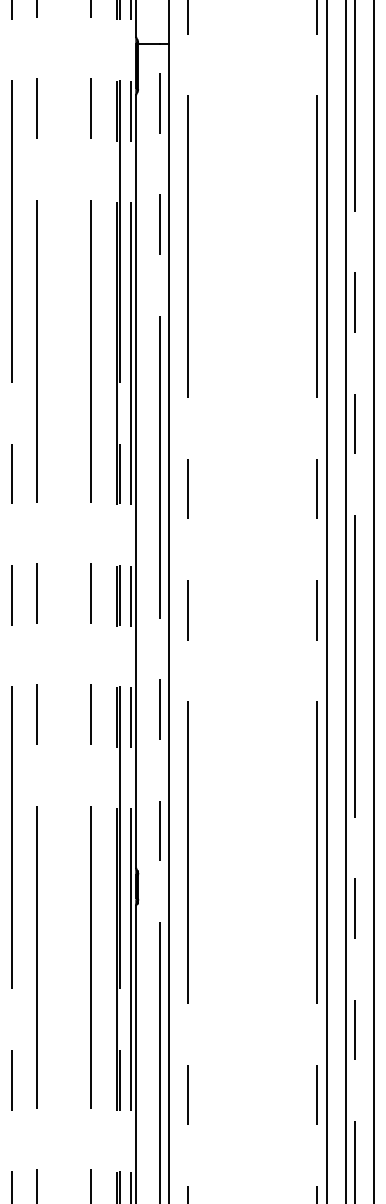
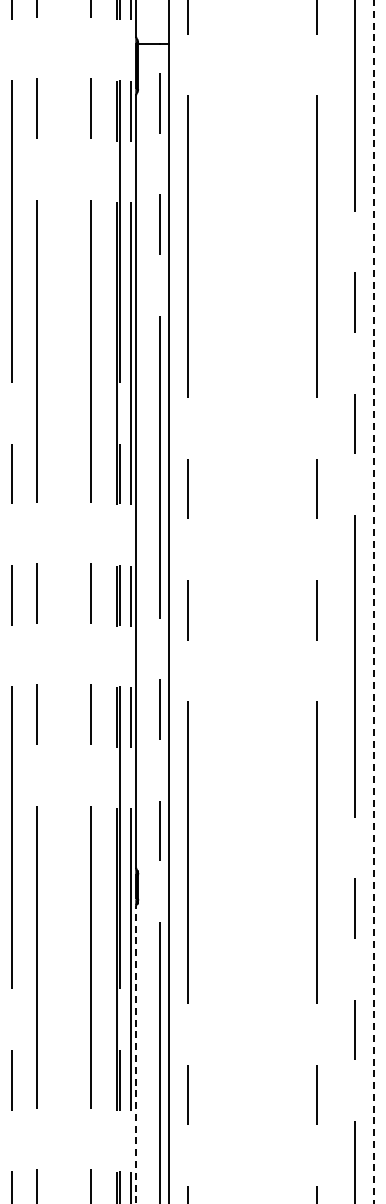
line at (326, 601): present -> none
line at (346, 601): present -> none
line at (374, 602): solid -> dashed
line at (136, 1054): solid -> dashed
